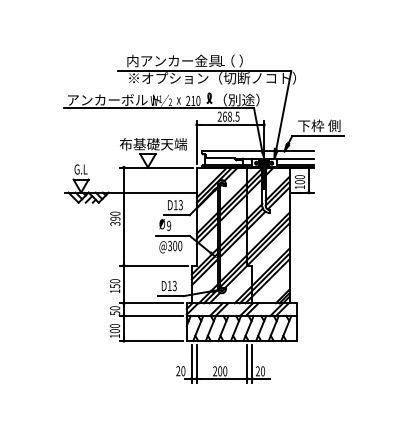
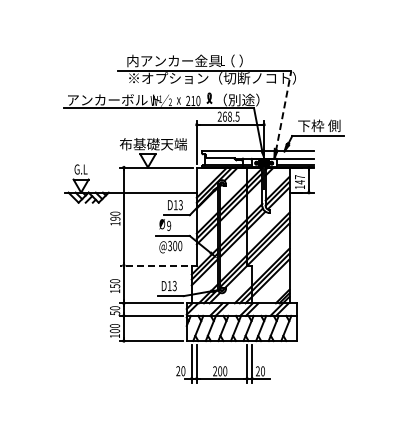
line at (283, 111): solid -> dashed
text at (299, 179): 100 -> 147
text at (115, 223): 390 -> 190
line at (154, 265): solid -> dashed
